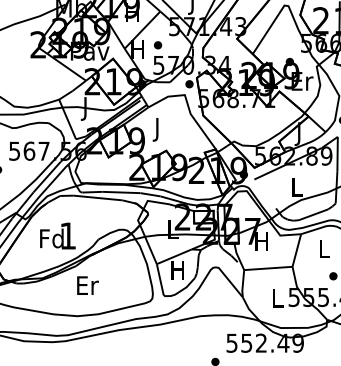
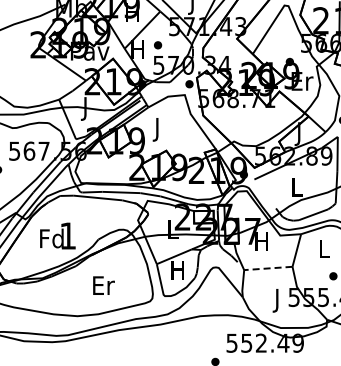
line at (267, 268): solid -> dashed
text at (87, 285) position: (87, 285) -> (103, 285)
text at (277, 300): L -> J
